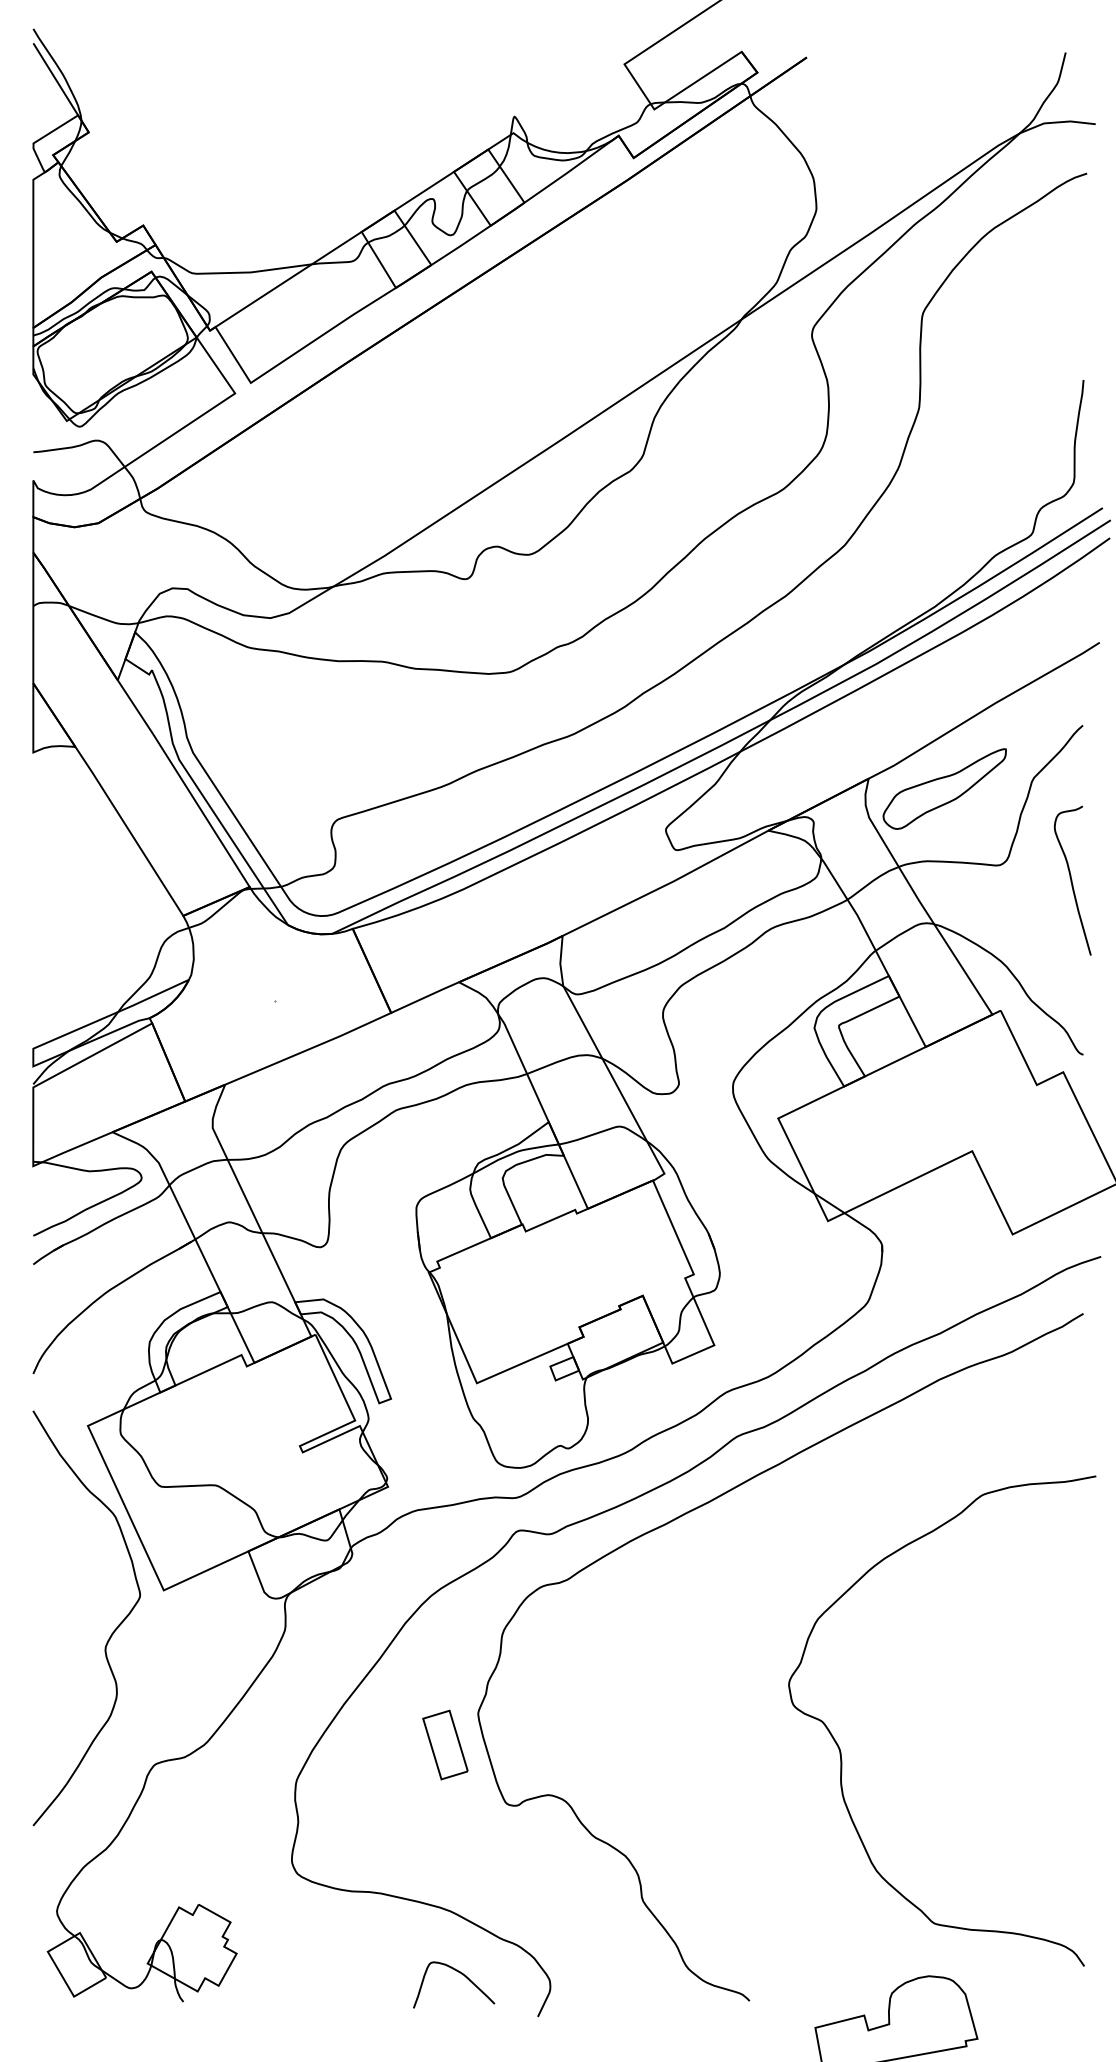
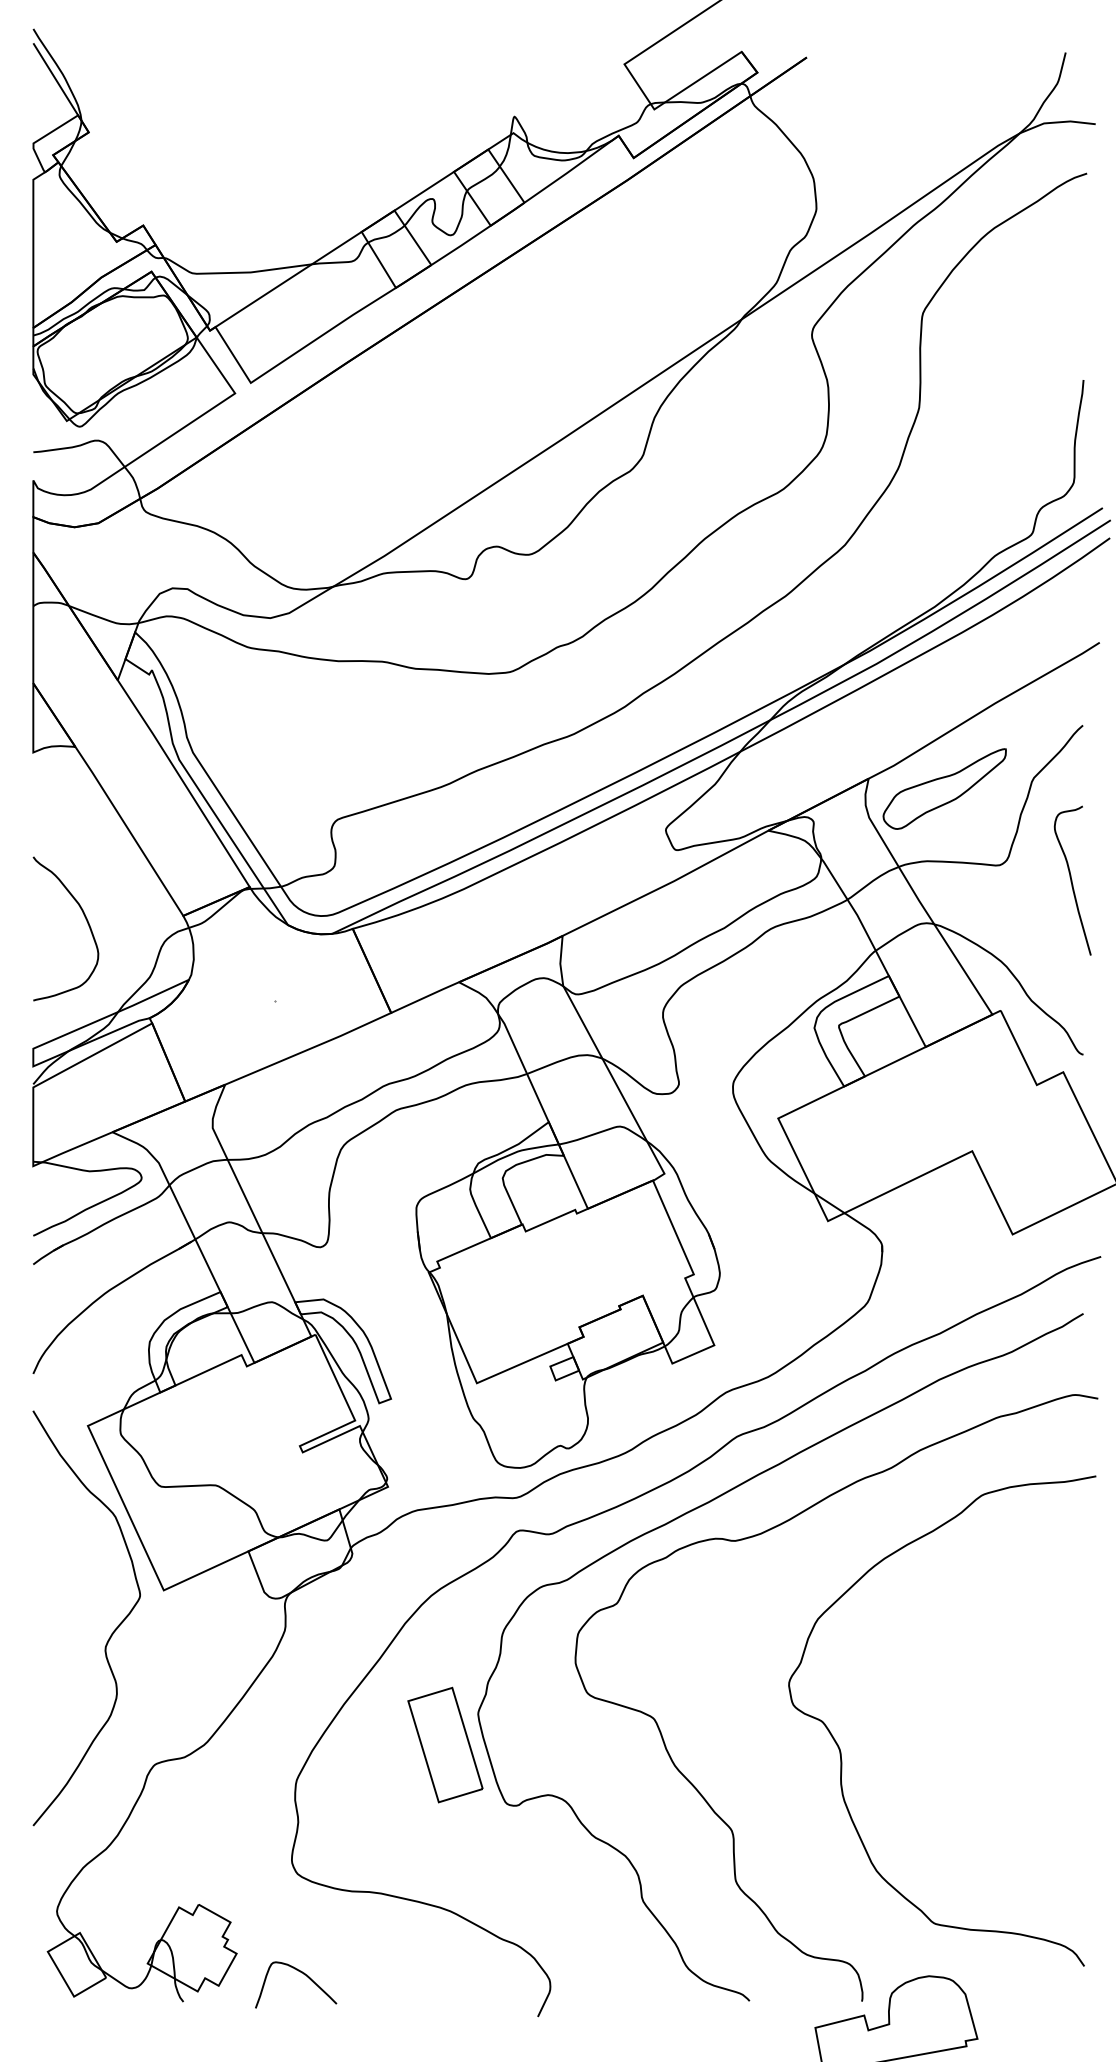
curve at (85, 919): none -> present
part at (445, 1744) size: 47x72 px -> 77x118 px
curve at (705, 1798): none -> present
curve at (462, 1975) position: (462, 1975) -> (304, 1975)
